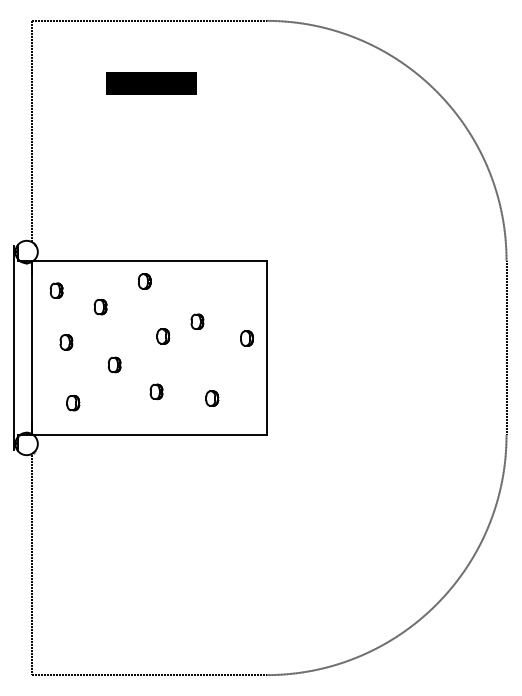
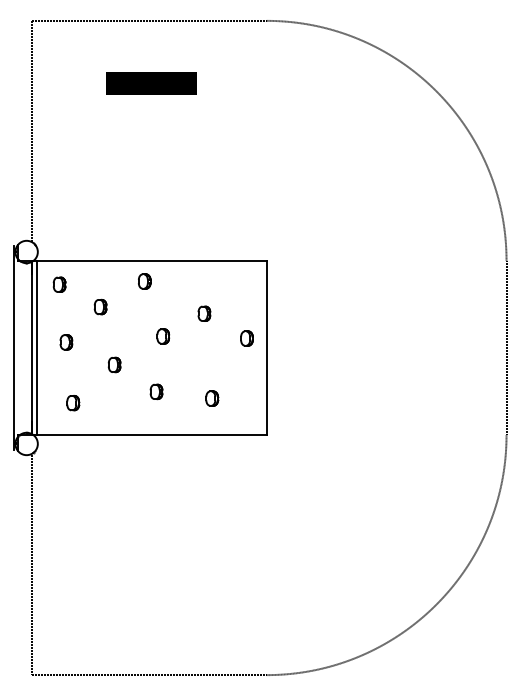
part at (56, 290) position: (56, 290) -> (59, 284)
part at (197, 321) position: (197, 321) -> (204, 313)
line at (37, 347): none -> present
